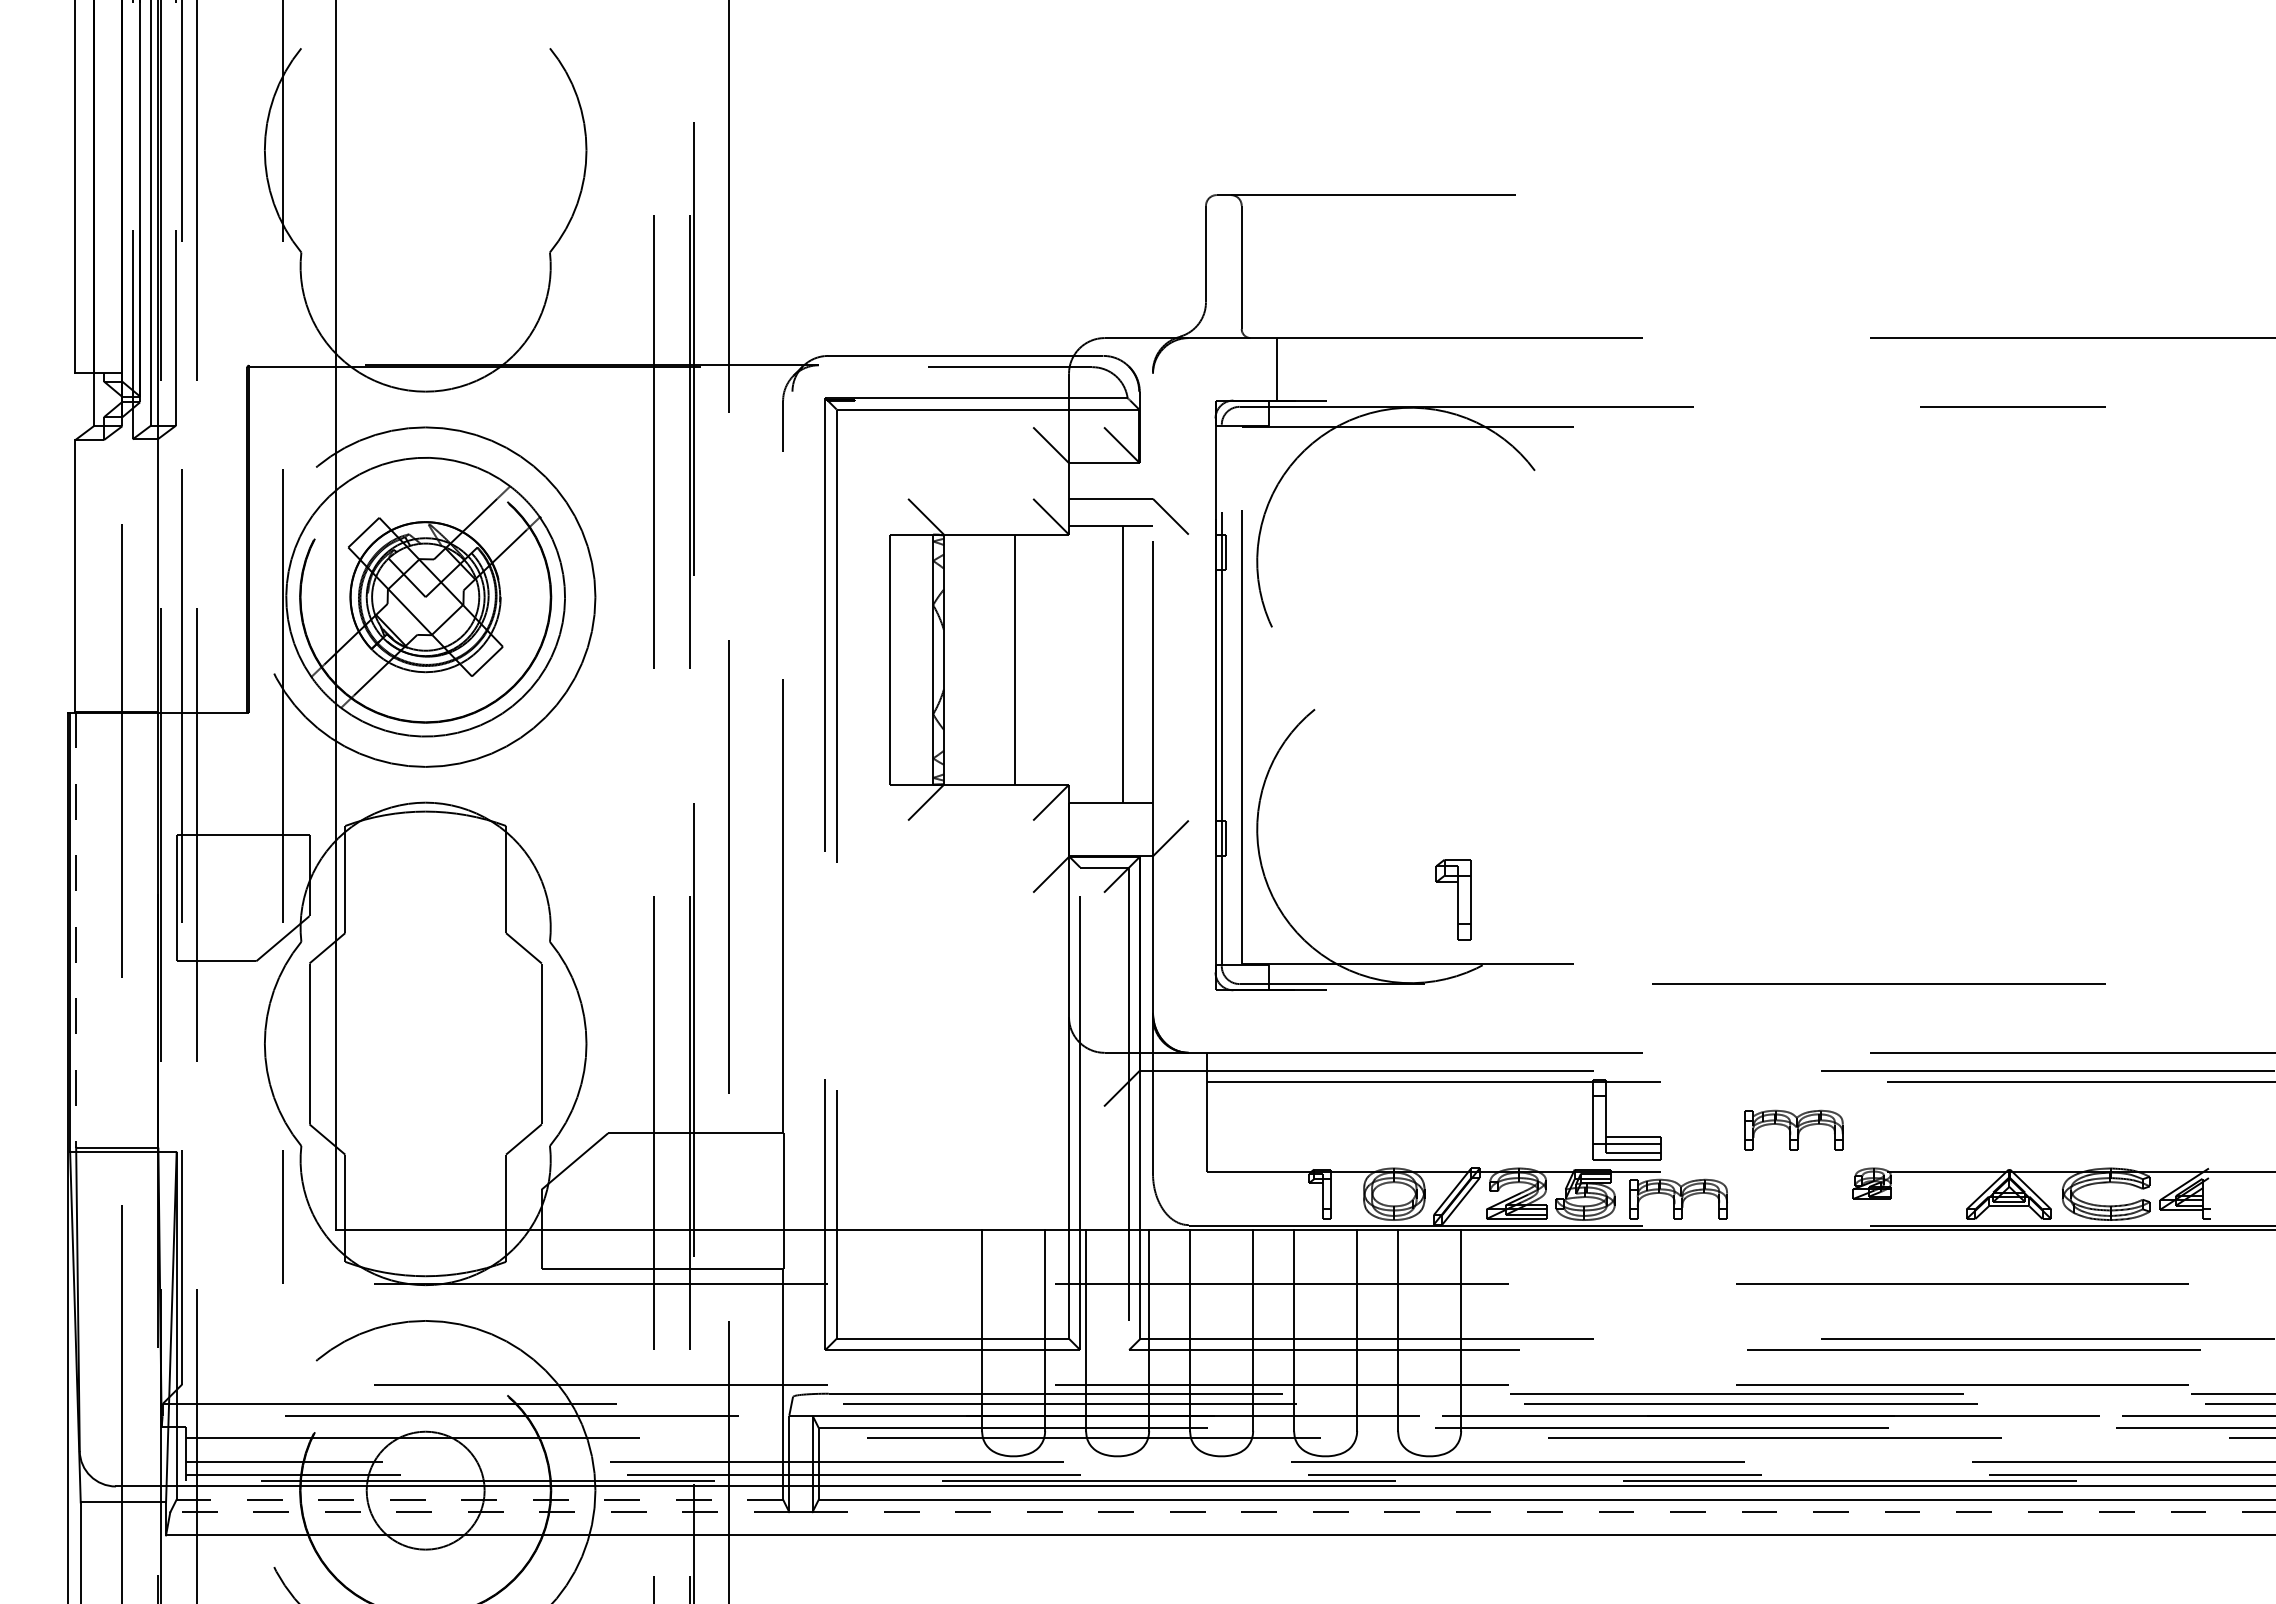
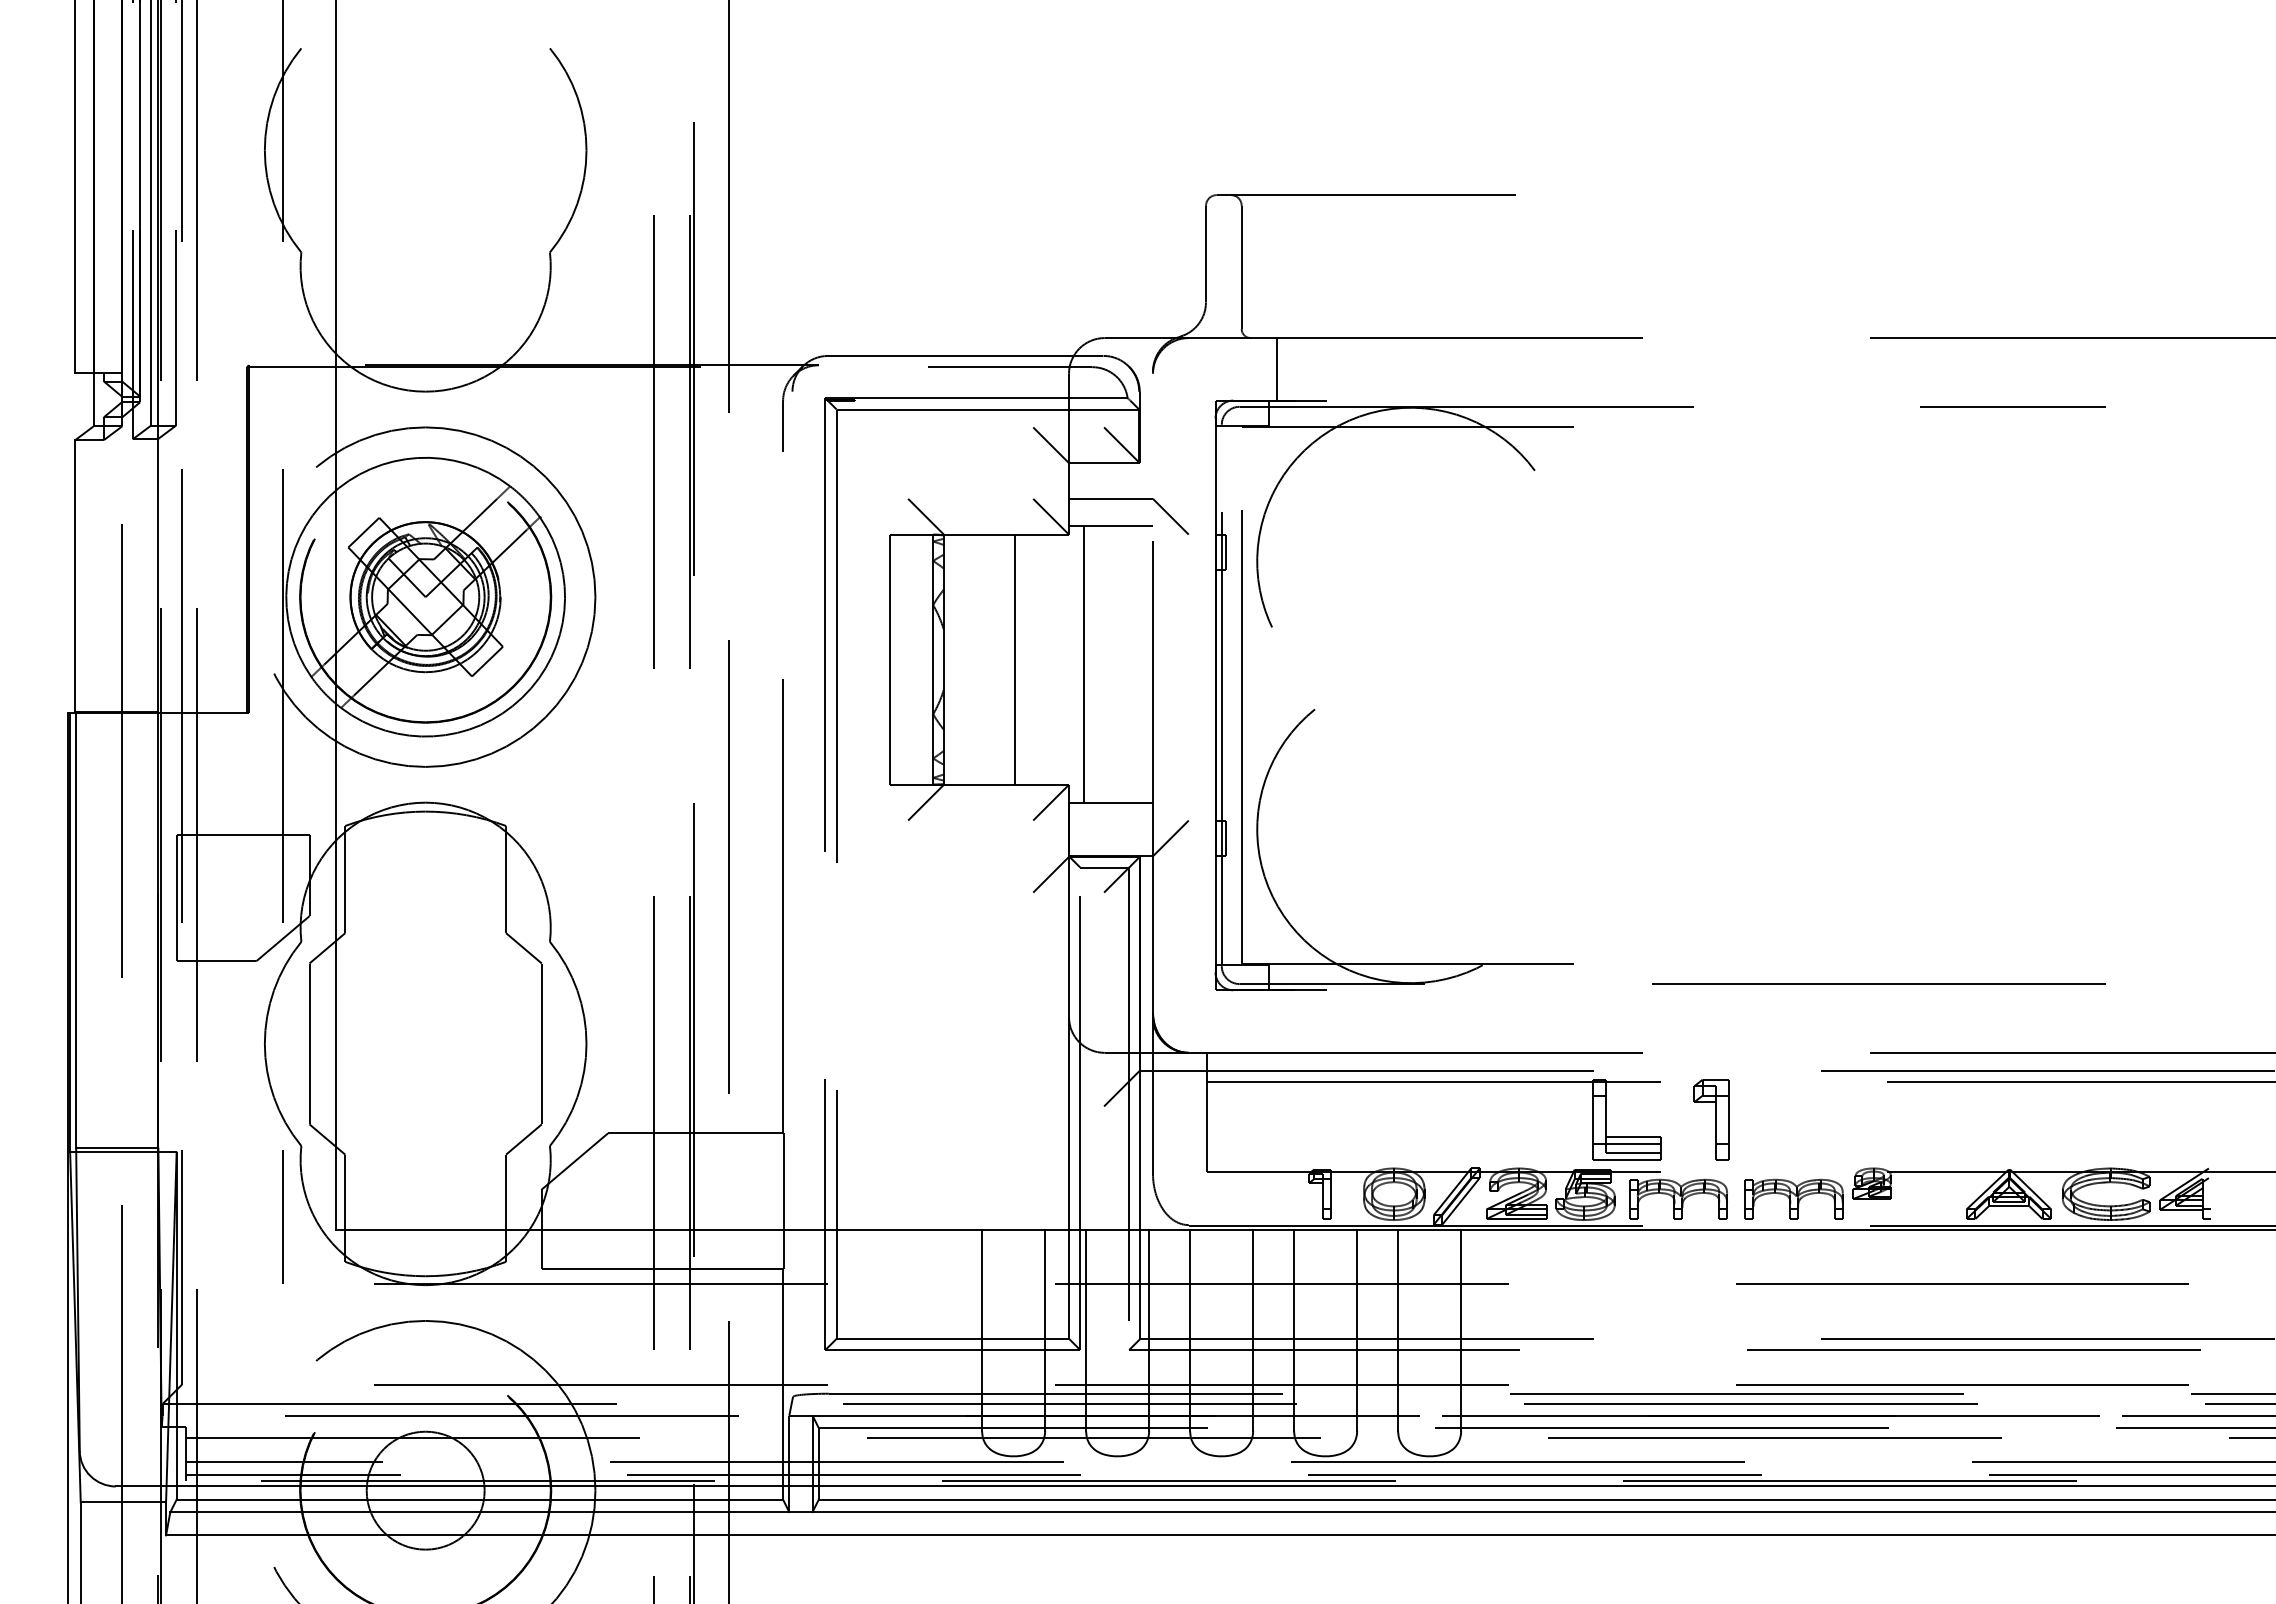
line at (1123, 663) position: (1123, 663) -> (1084, 663)
part at (1453, 899) position: (1453, 899) -> (1711, 1119)
line at (76, 930): dashed -> solid
part at (1793, 1129) position: (1793, 1129) -> (1793, 1198)
line at (479, 1499): dashed -> solid
line at (479, 1512): dashed -> solid
line at (1544, 1512): dashed -> solid
